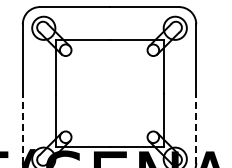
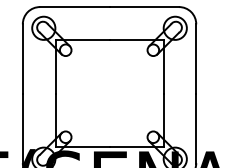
line at (22, 128): dashed -> solid
line at (196, 128): dashed -> solid
